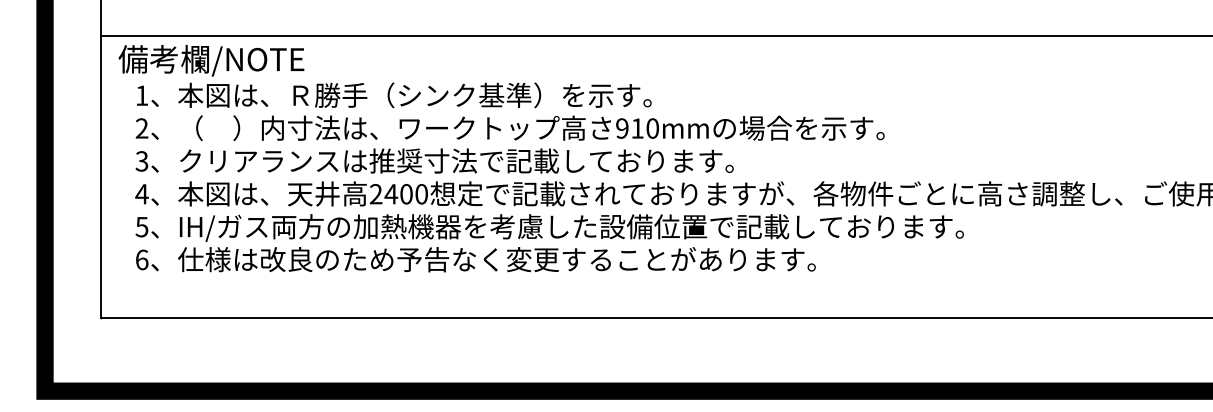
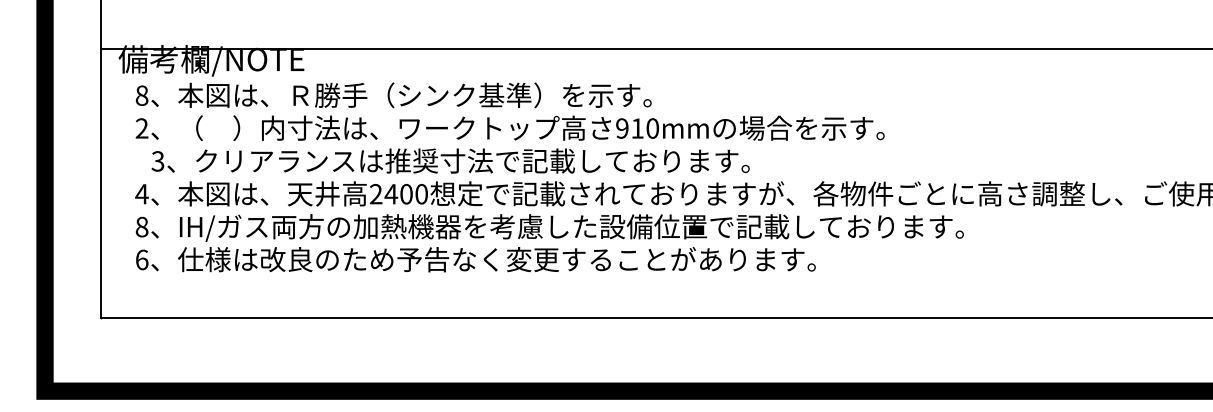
line at (655, 35) position: (655, 35) -> (655, 48)
text at (141, 95): 1 -> 8
text at (434, 160) position: (434, 160) -> (450, 160)
text at (141, 226): 5 -> 8
